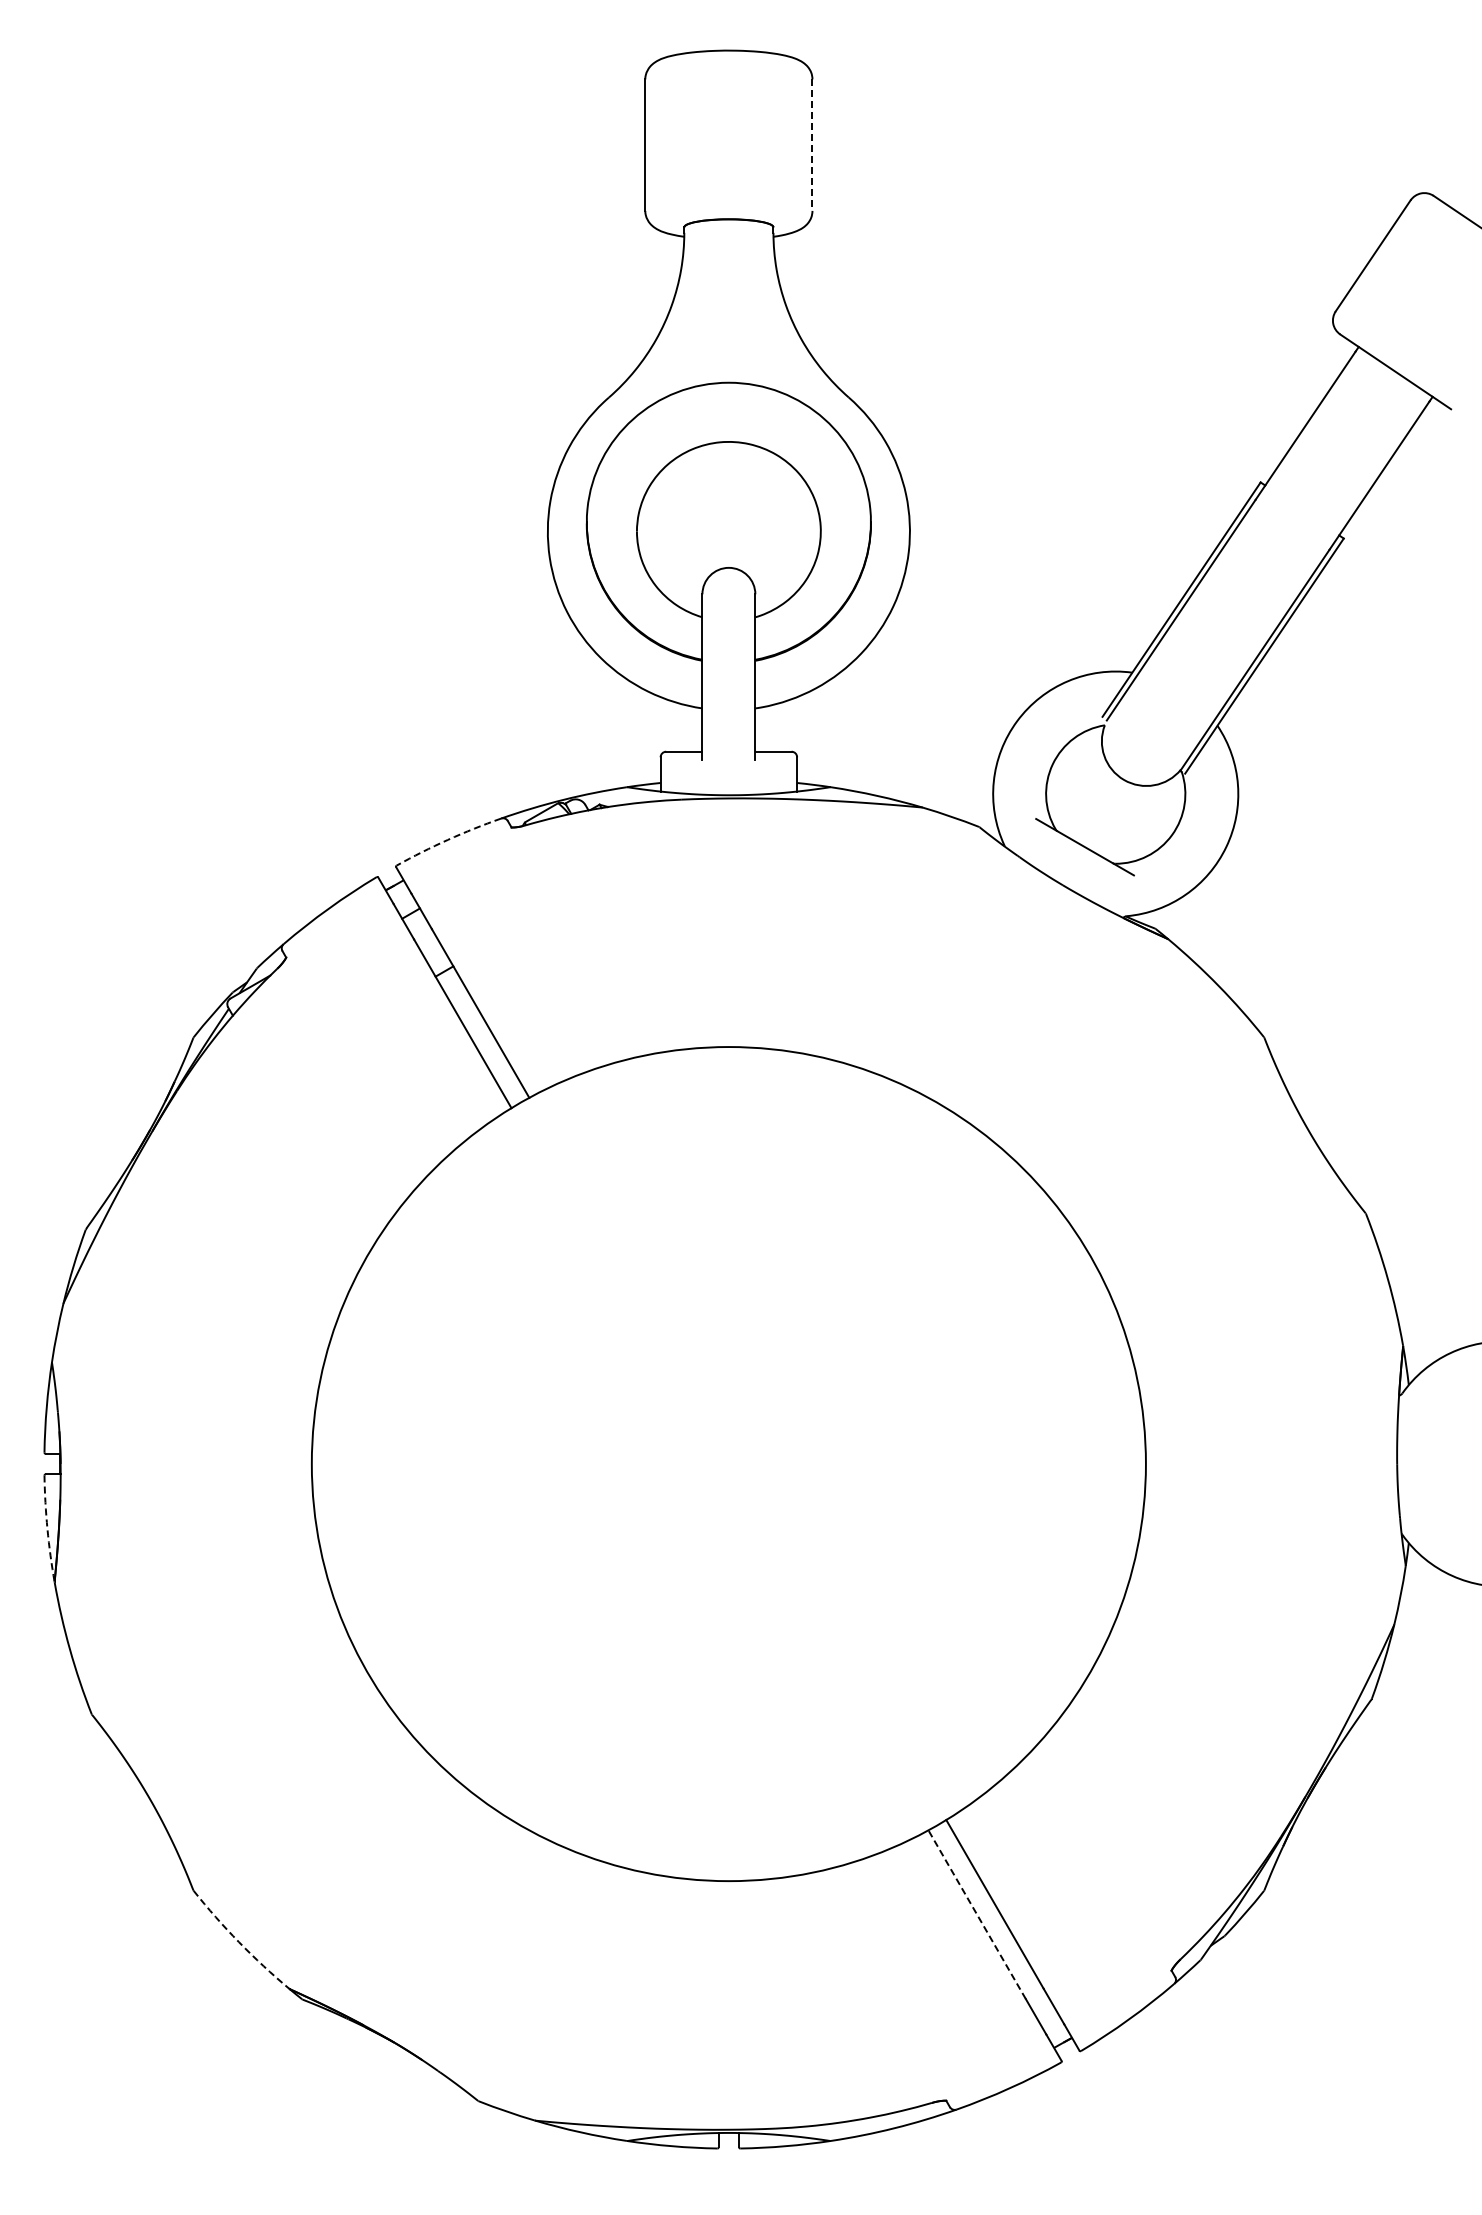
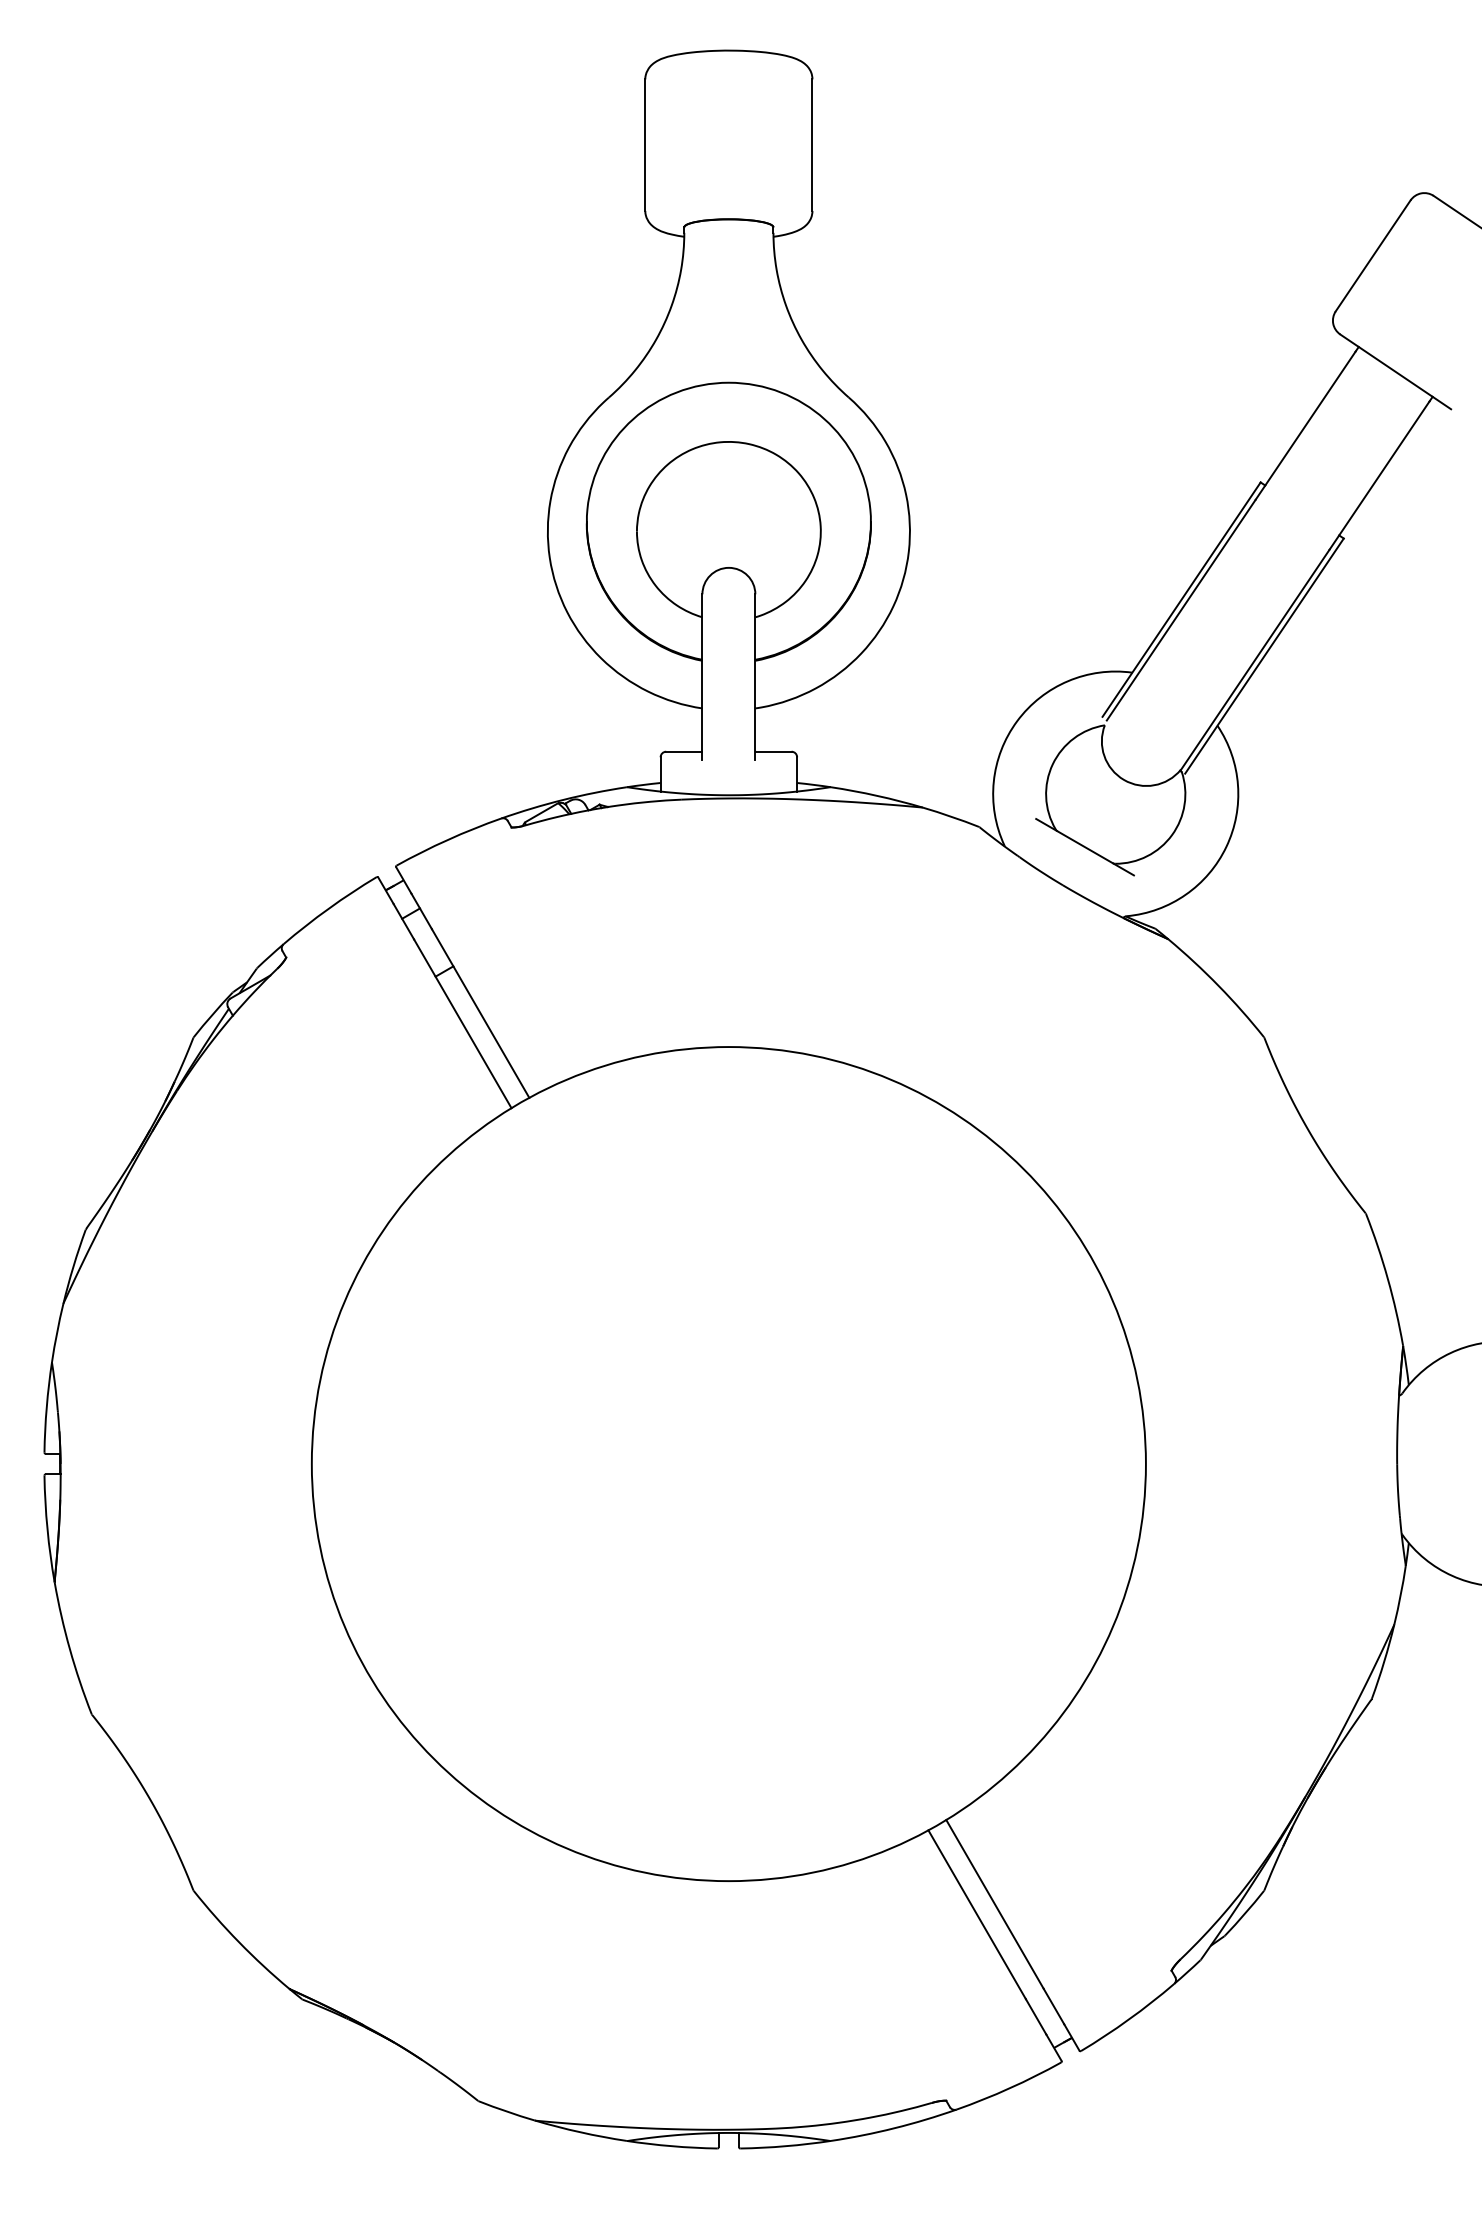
line at (812, 145): dashed -> solid
arc at (447, 839): dashed -> solid
arc at (47, 1529): dashed -> solid
line at (976, 1914): dashed -> solid
arc at (239, 1942): dashed -> solid
